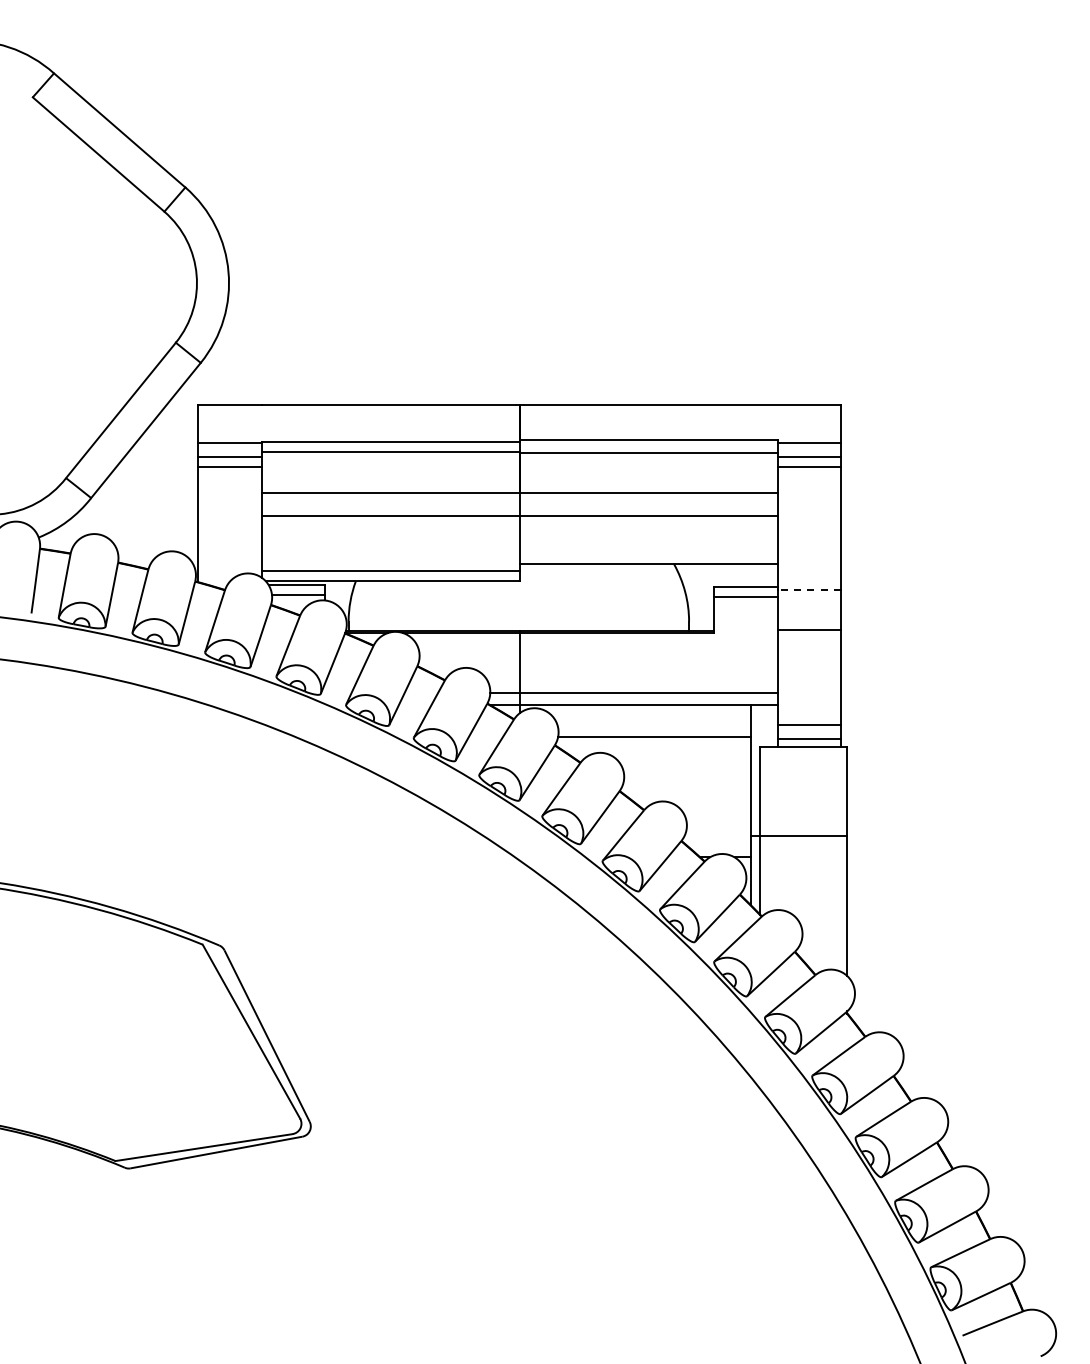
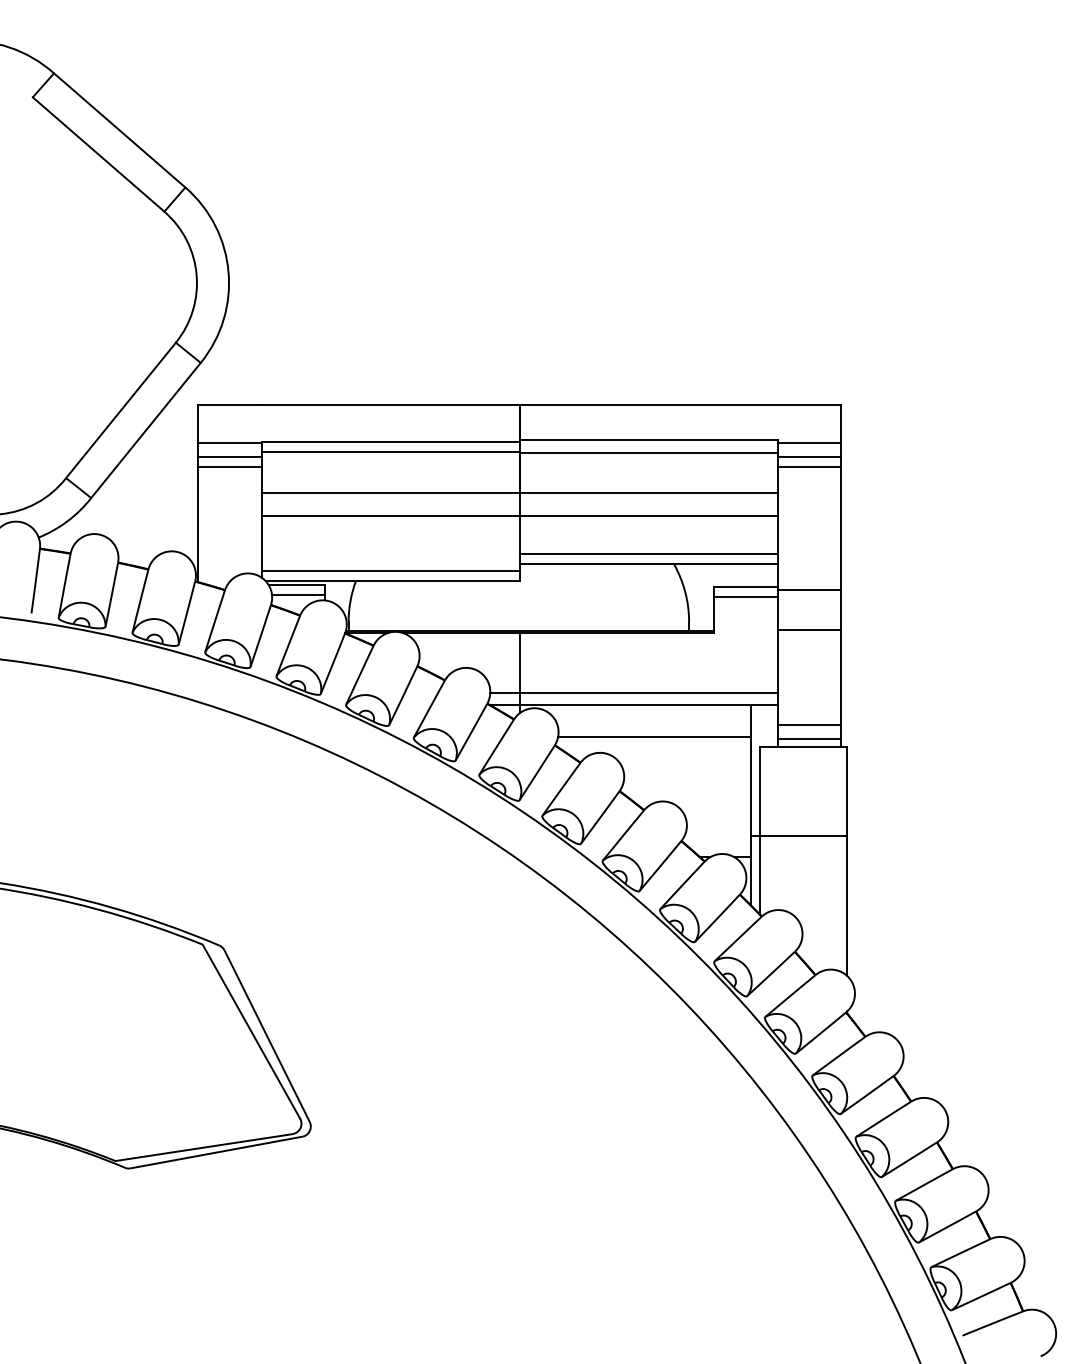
line at (648, 553): none -> present
line at (809, 589): dashed -> solid
